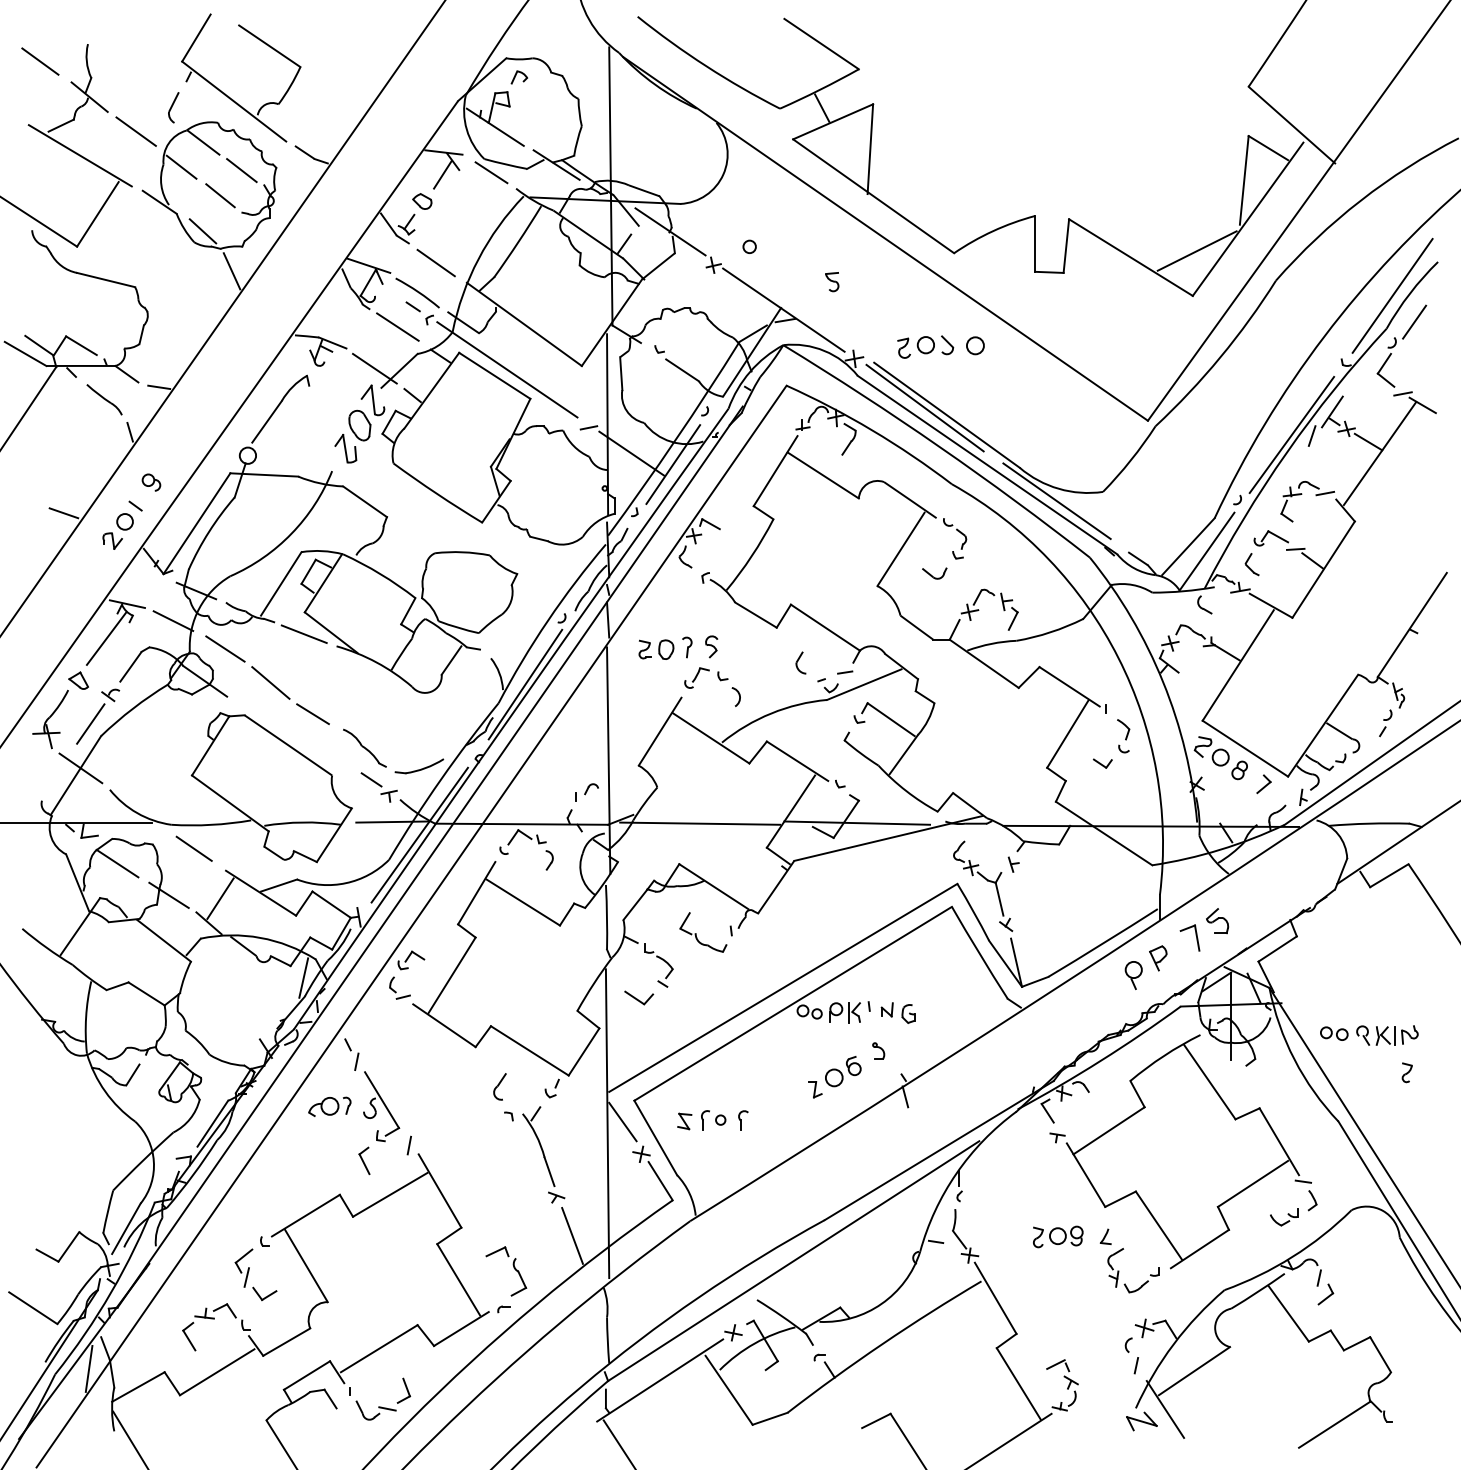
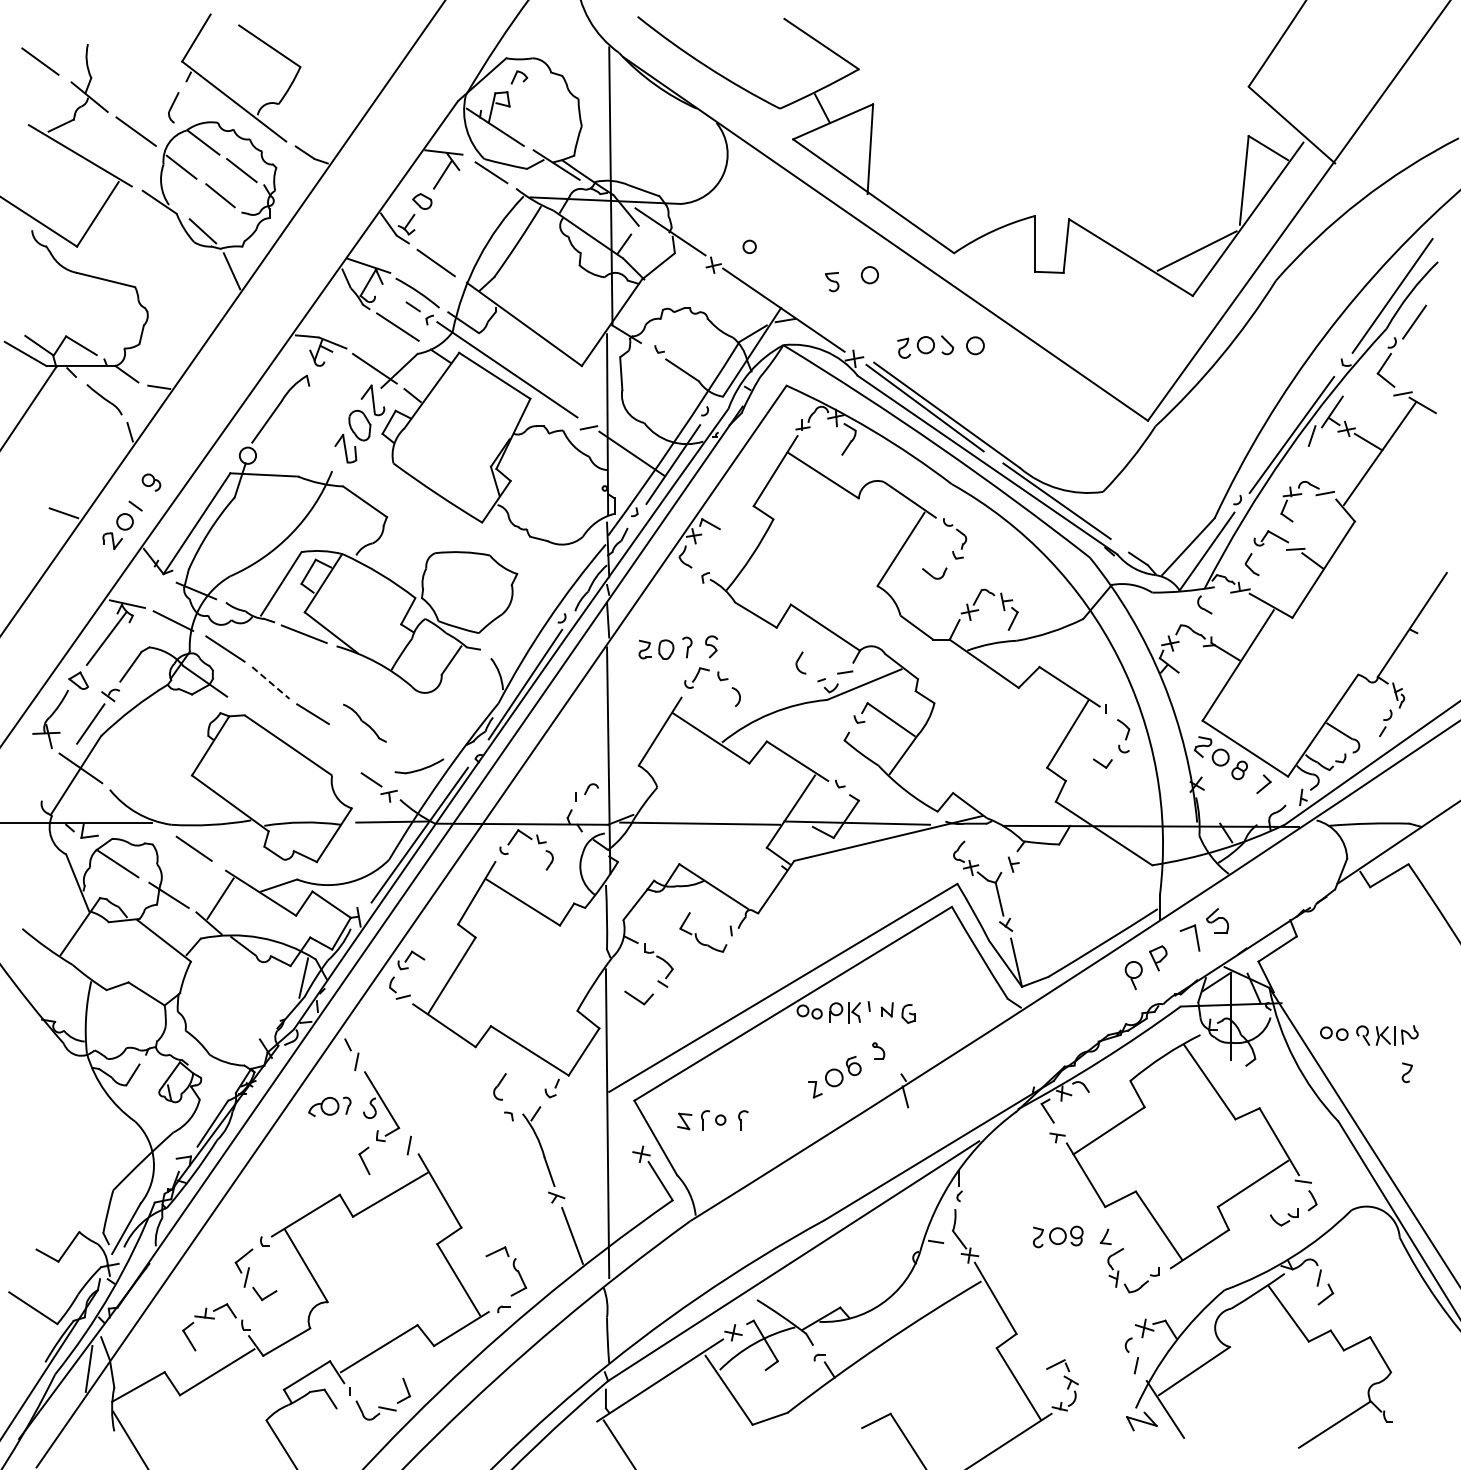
circle at (869, 275): none -> present
line at (271, 683): solid -> dashed
part at (364, 747) position: (364, 747) -> (364, 722)
line at (622, 1121): present -> none
